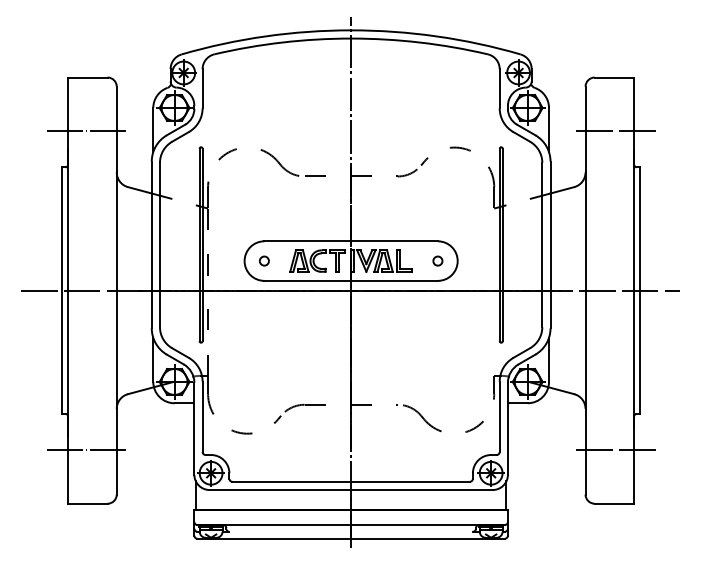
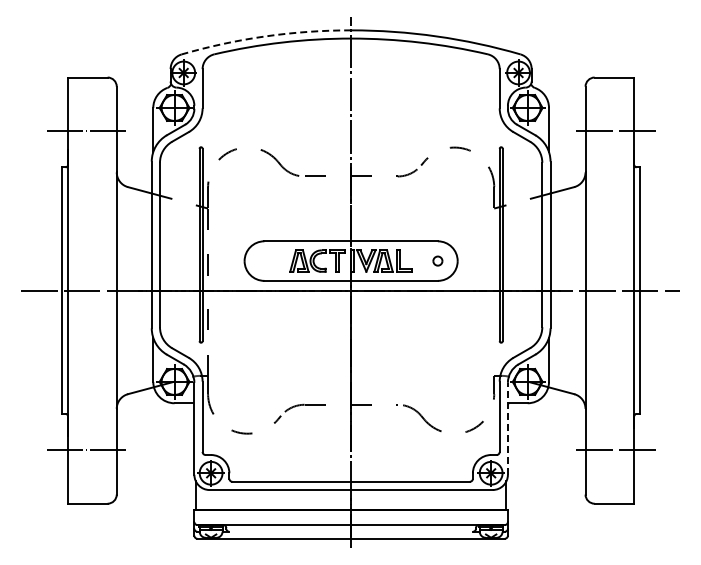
arc at (265, 36): solid -> dashed
part at (264, 260): present -> none
line at (507, 428): solid -> dashed
